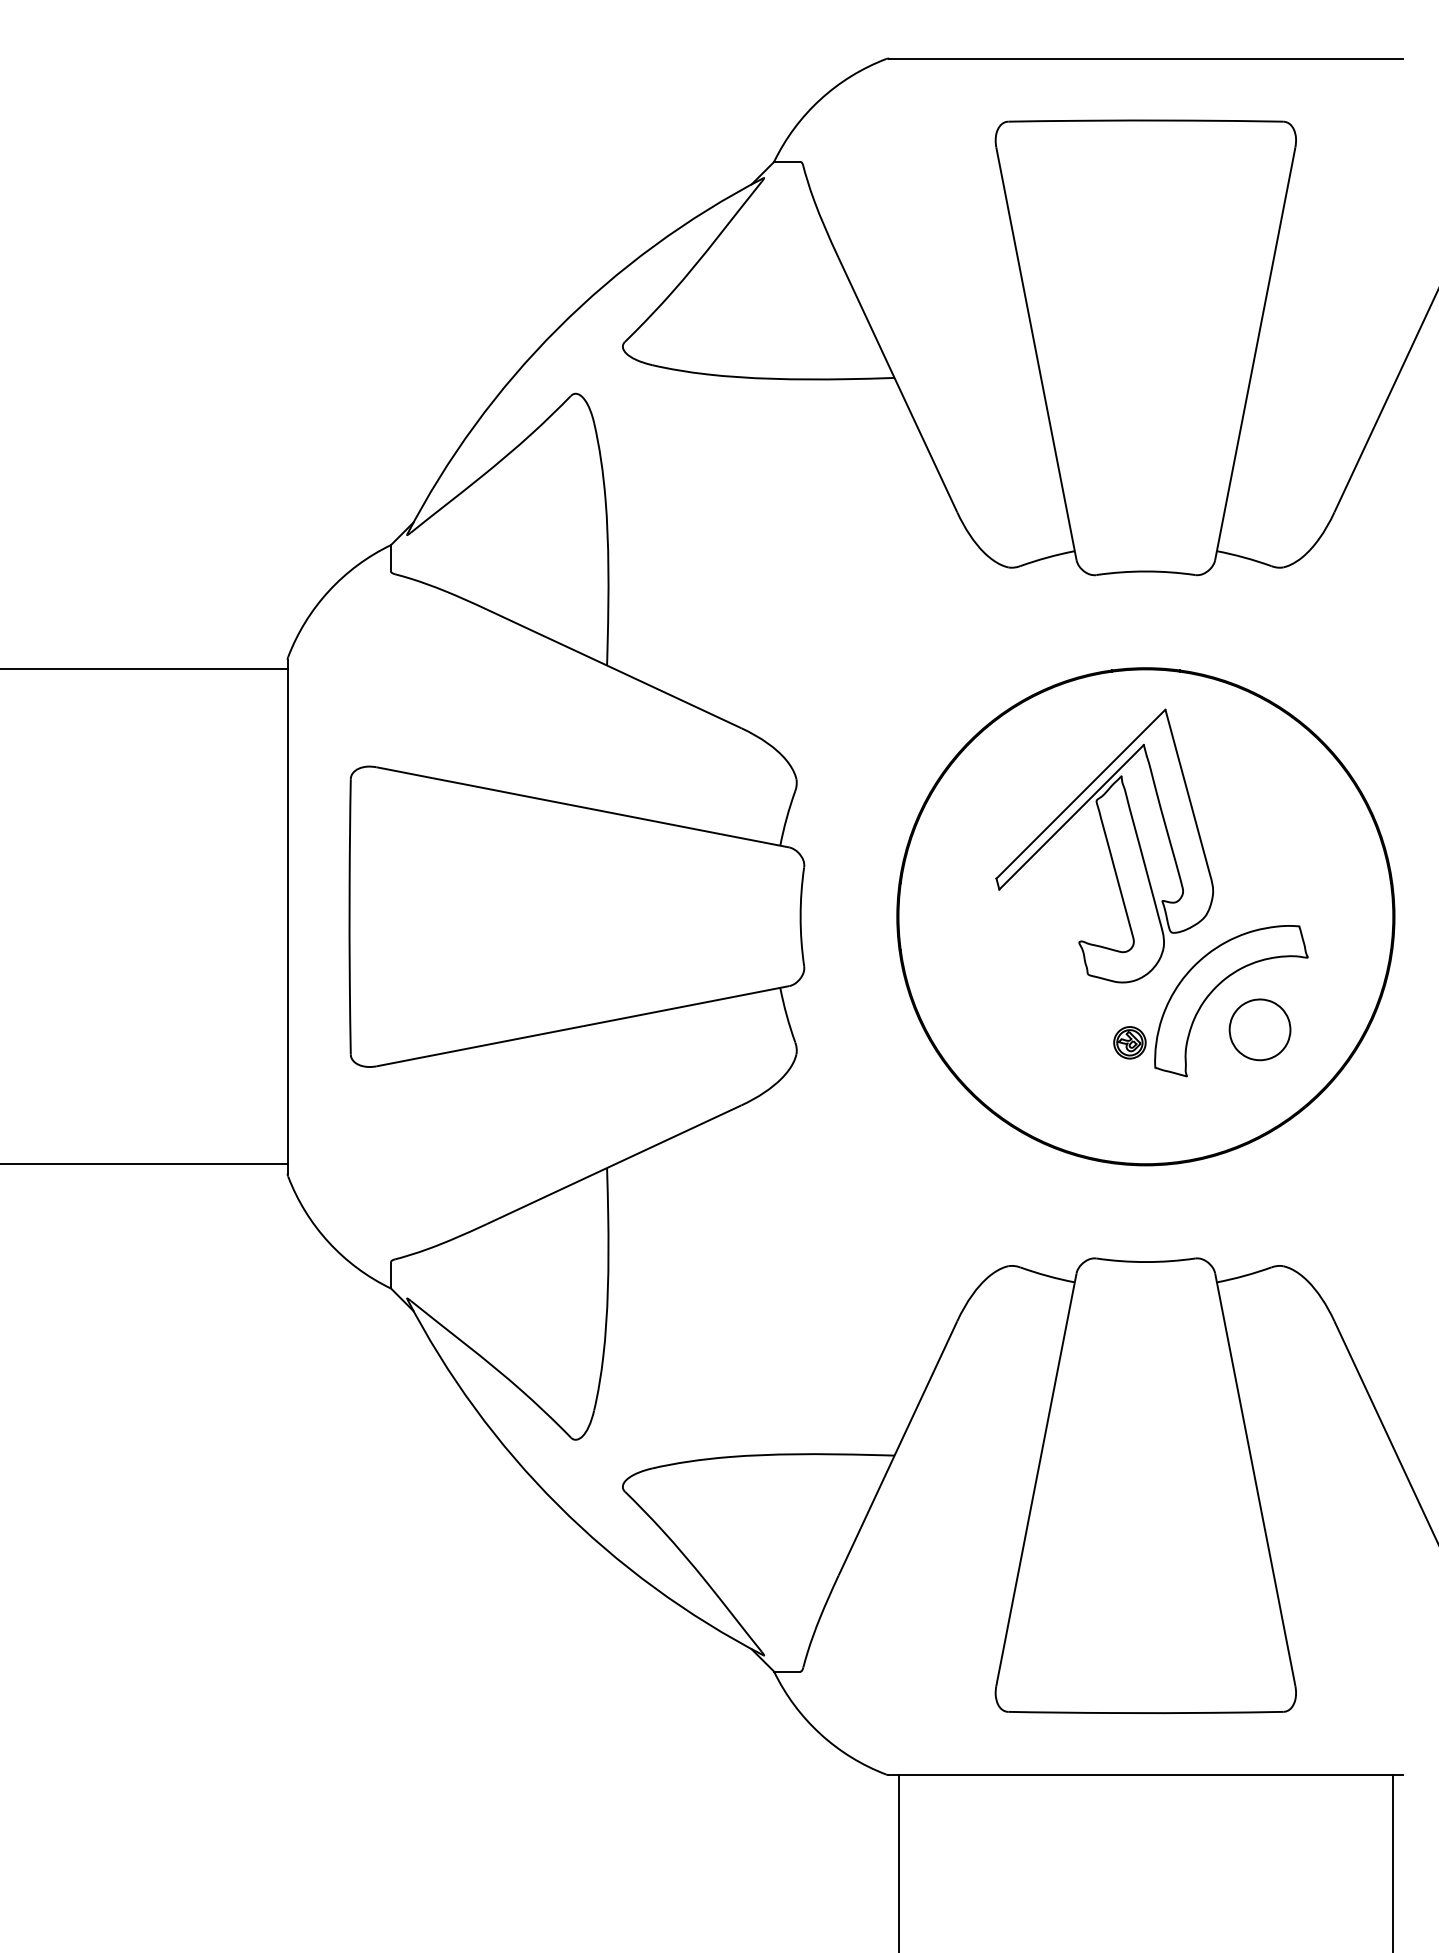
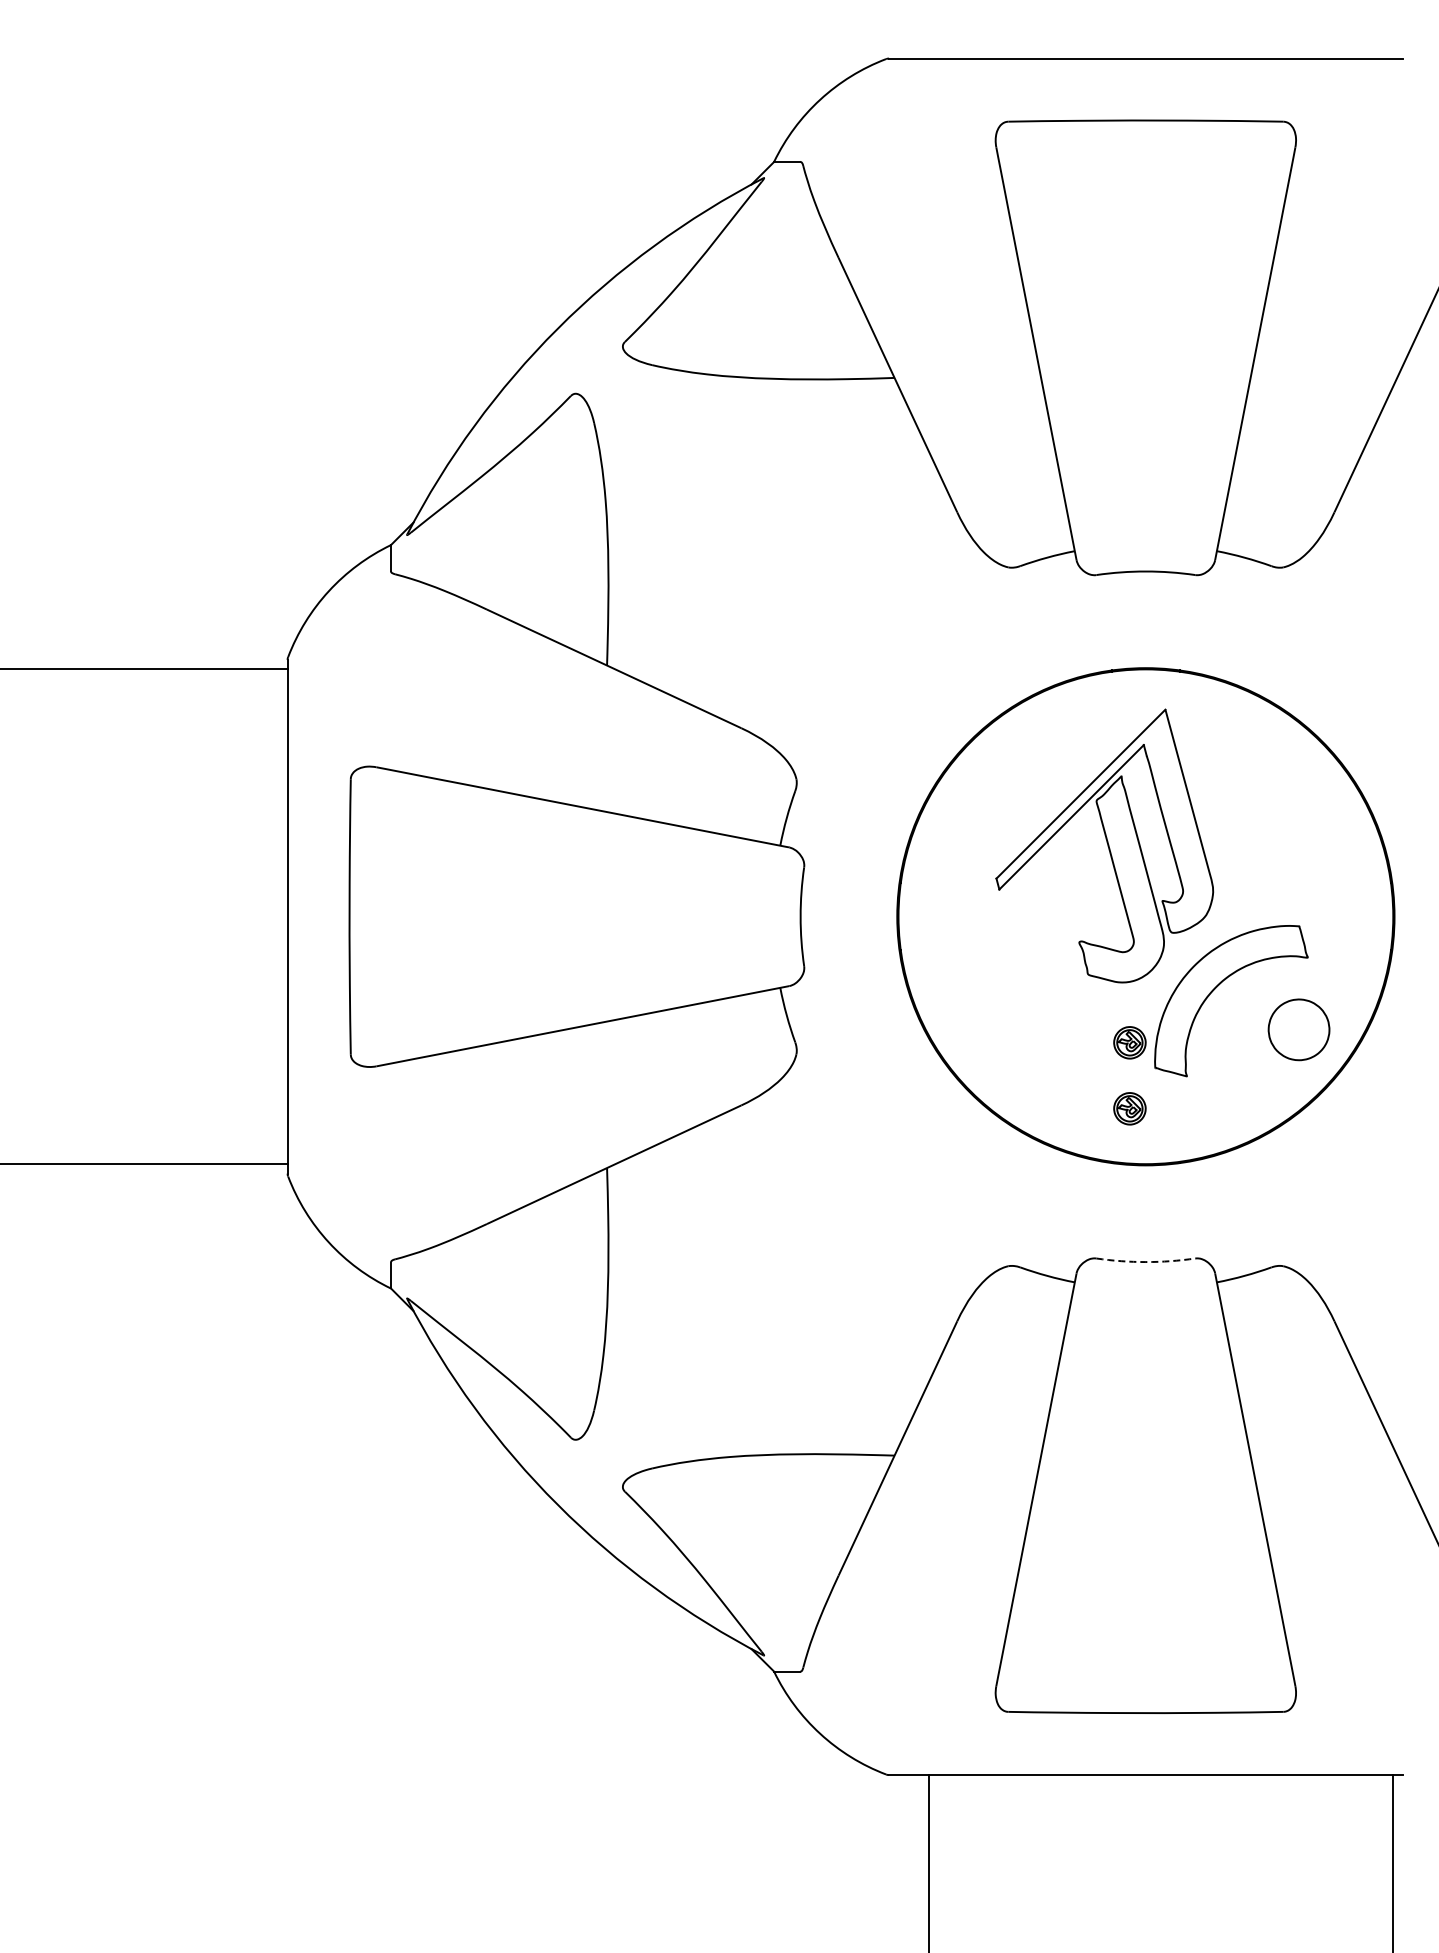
part at (1259, 1029) position: (1259, 1029) -> (1298, 1029)
part at (1129, 1108): none -> present
arc at (1145, 1262): solid -> dashed
line at (898, 1862) position: (898, 1862) -> (928, 1862)
